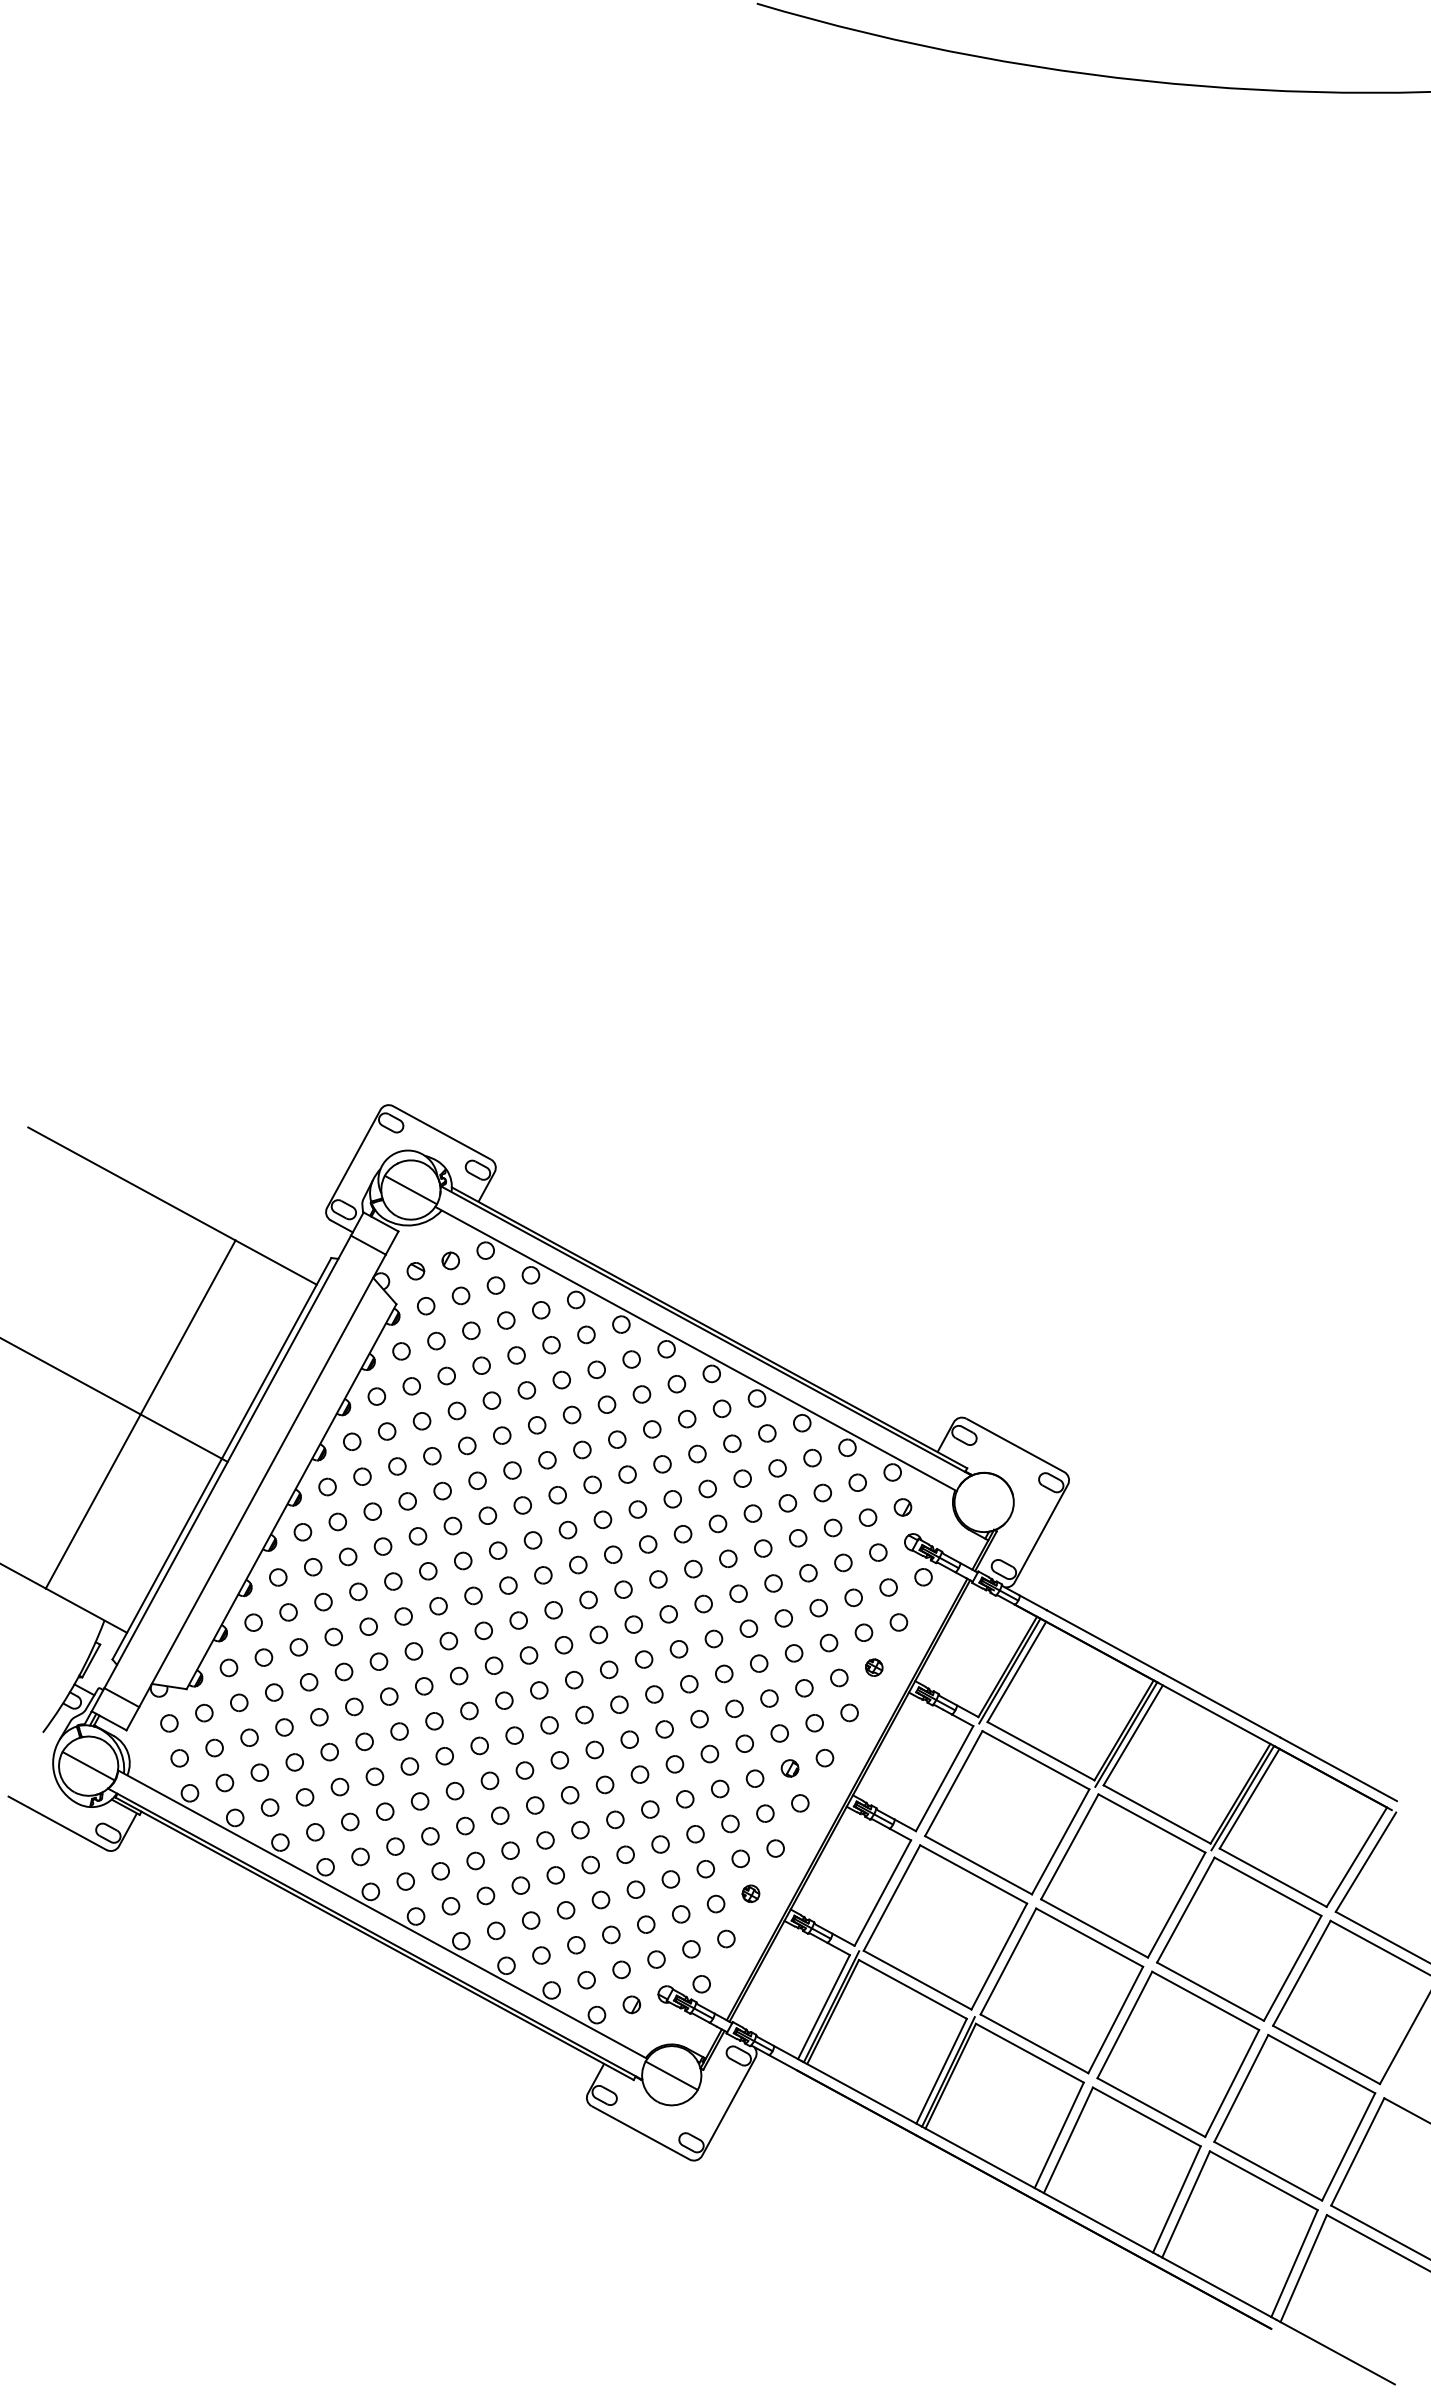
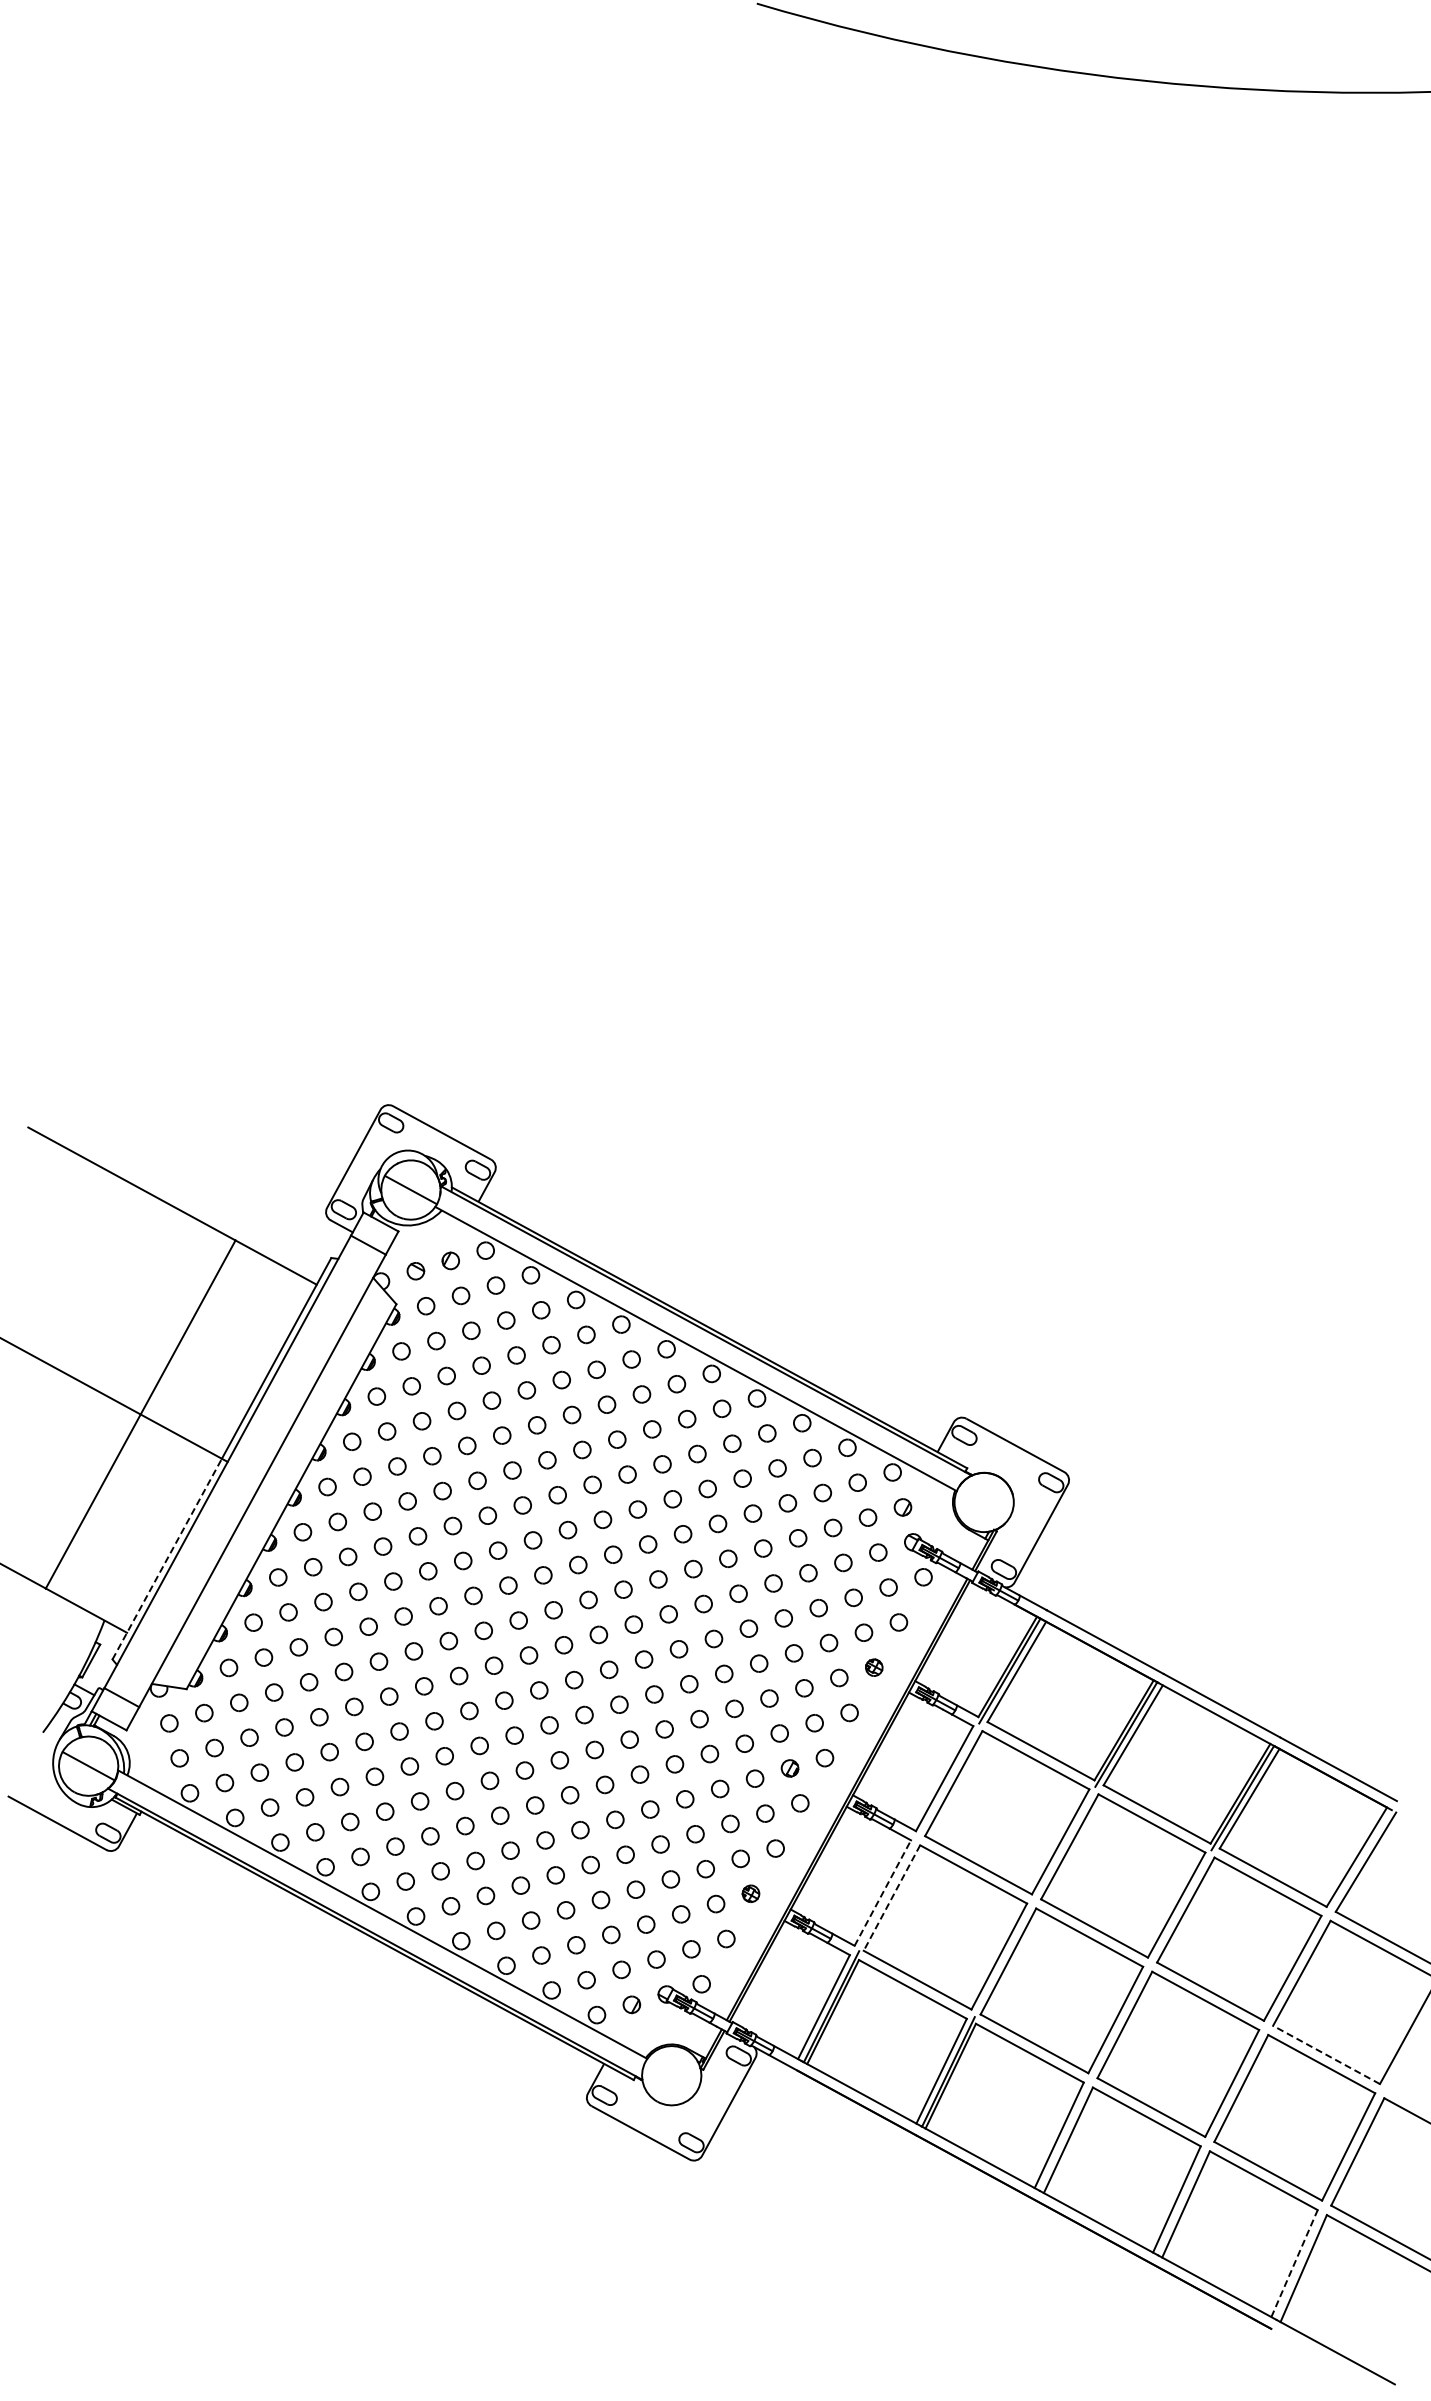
line at (167, 1558): solid -> dashed
line at (882, 1893): solid -> dashed
line at (891, 1898): solid -> dashed
line at (1326, 2054): solid -> dashed
line at (671, 2075): present -> none
line at (1294, 2263): solid -> dashed
